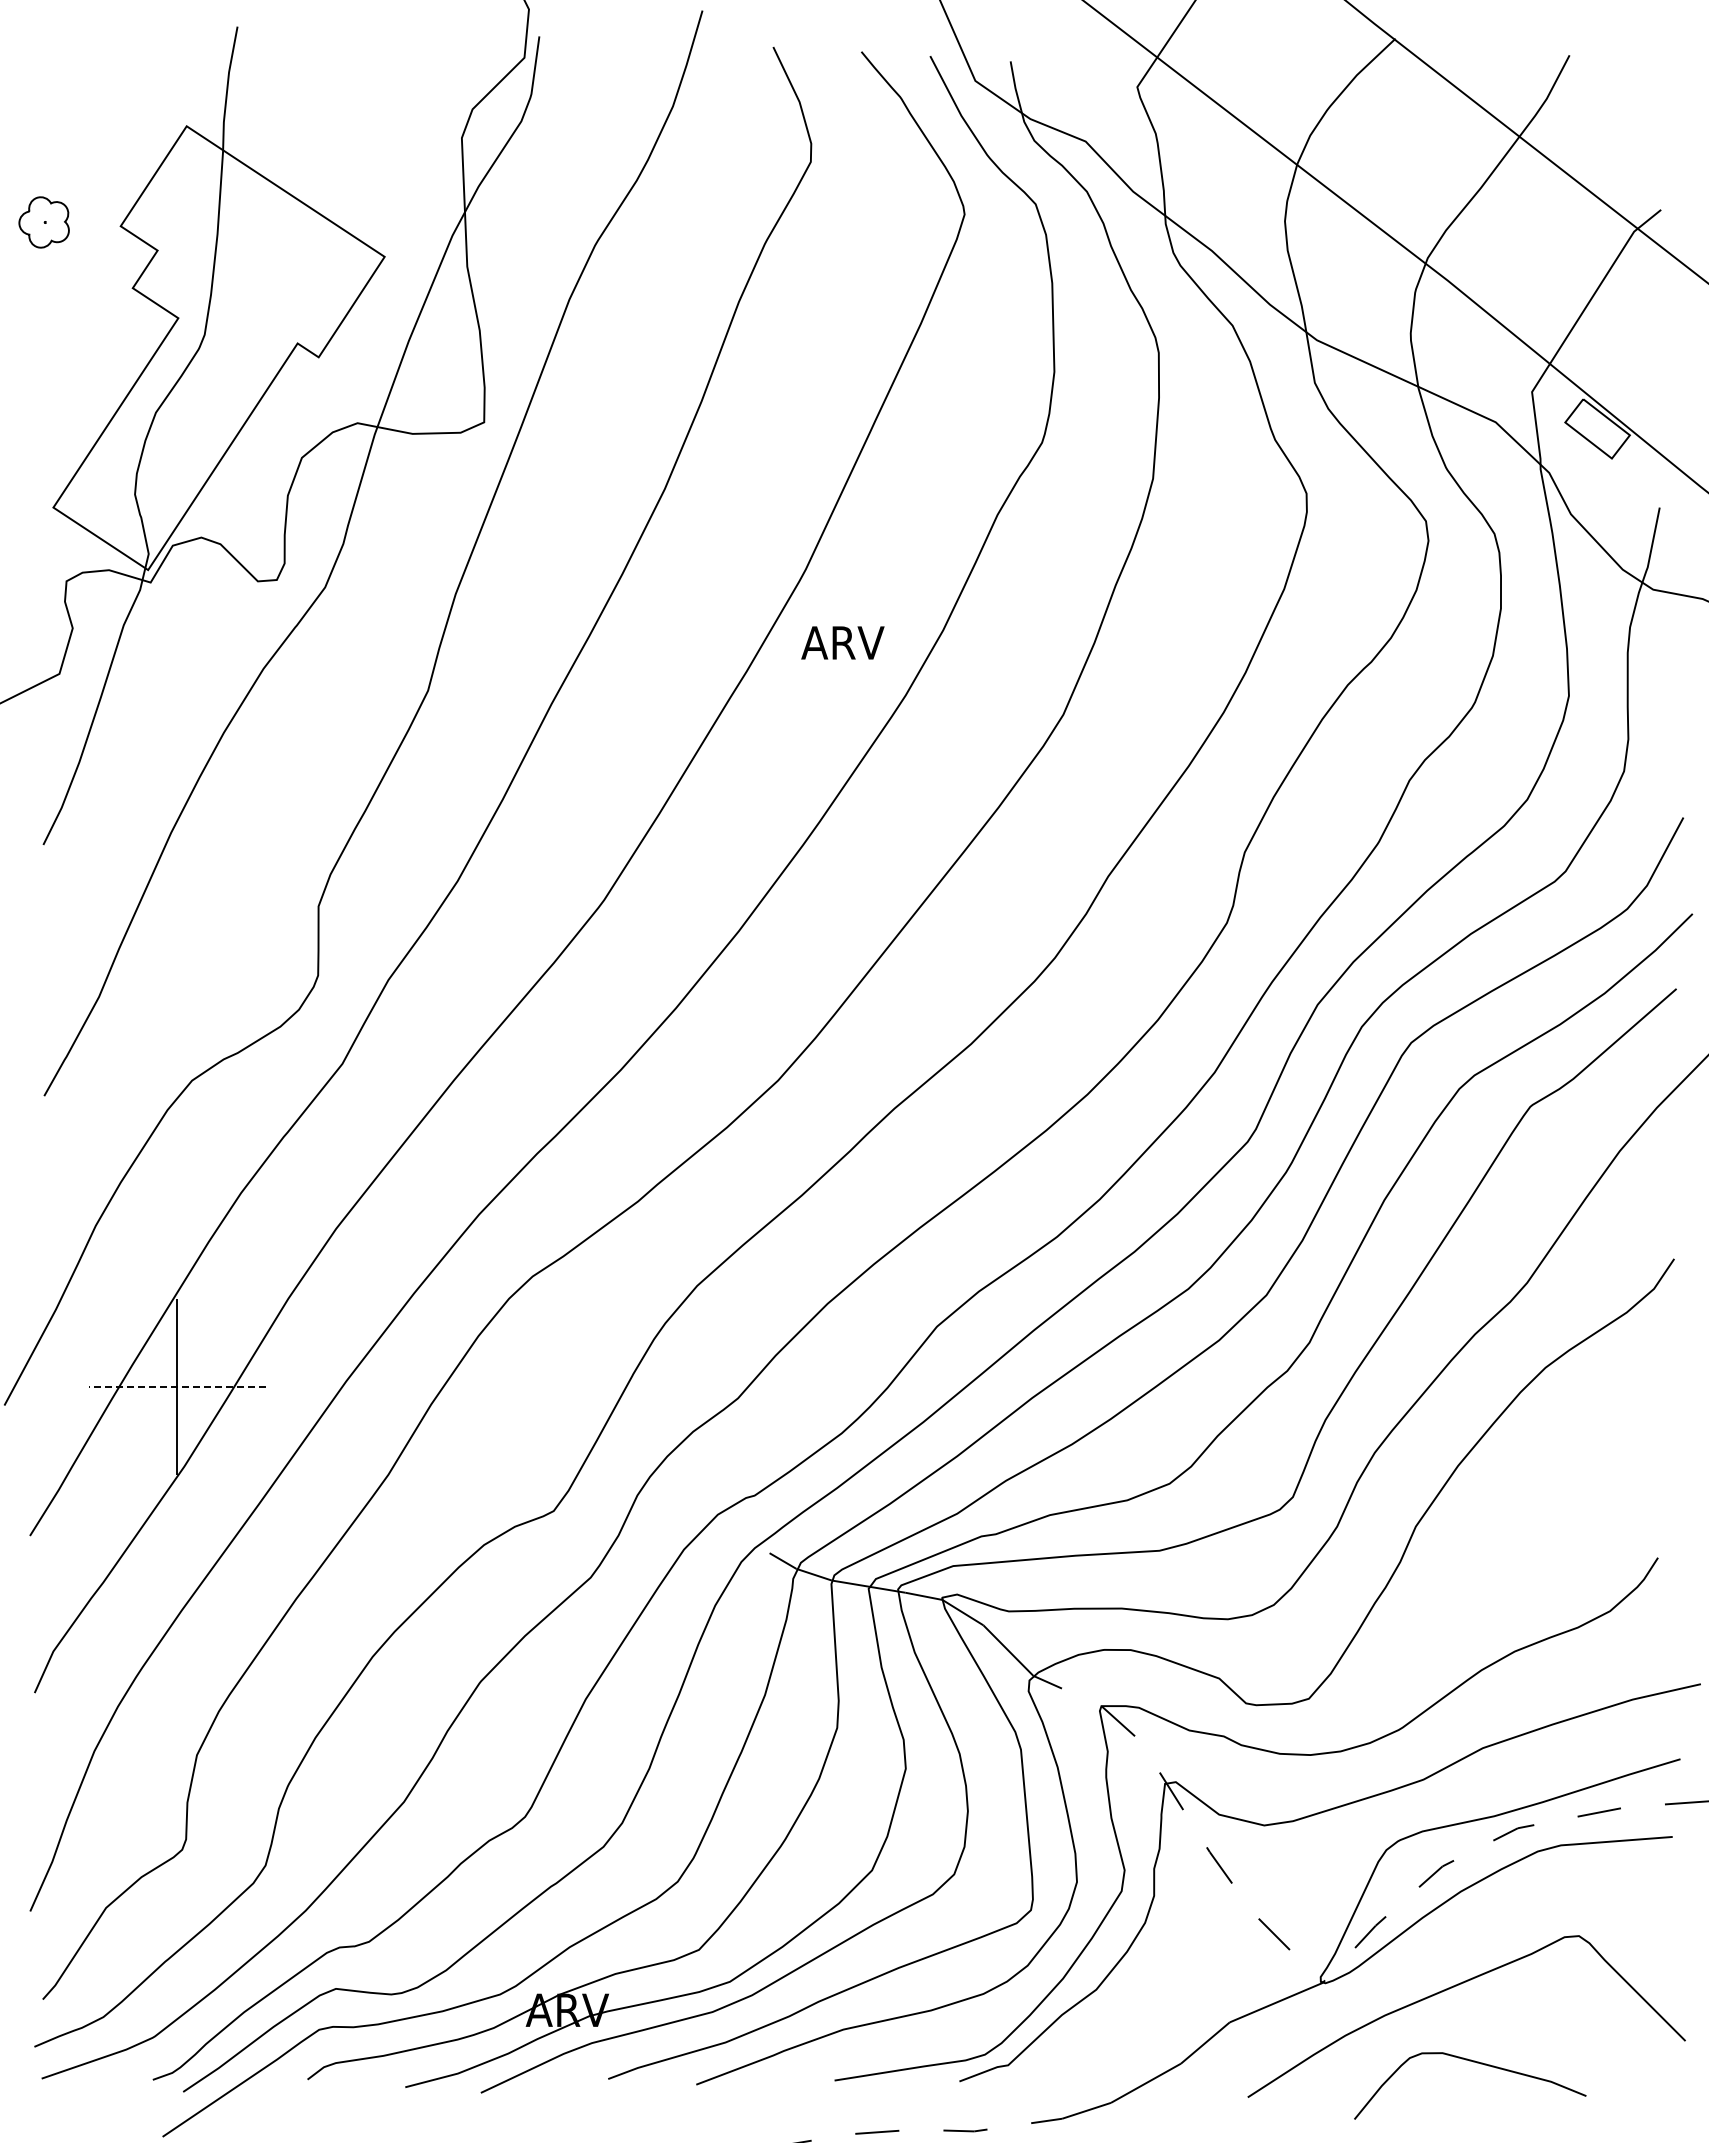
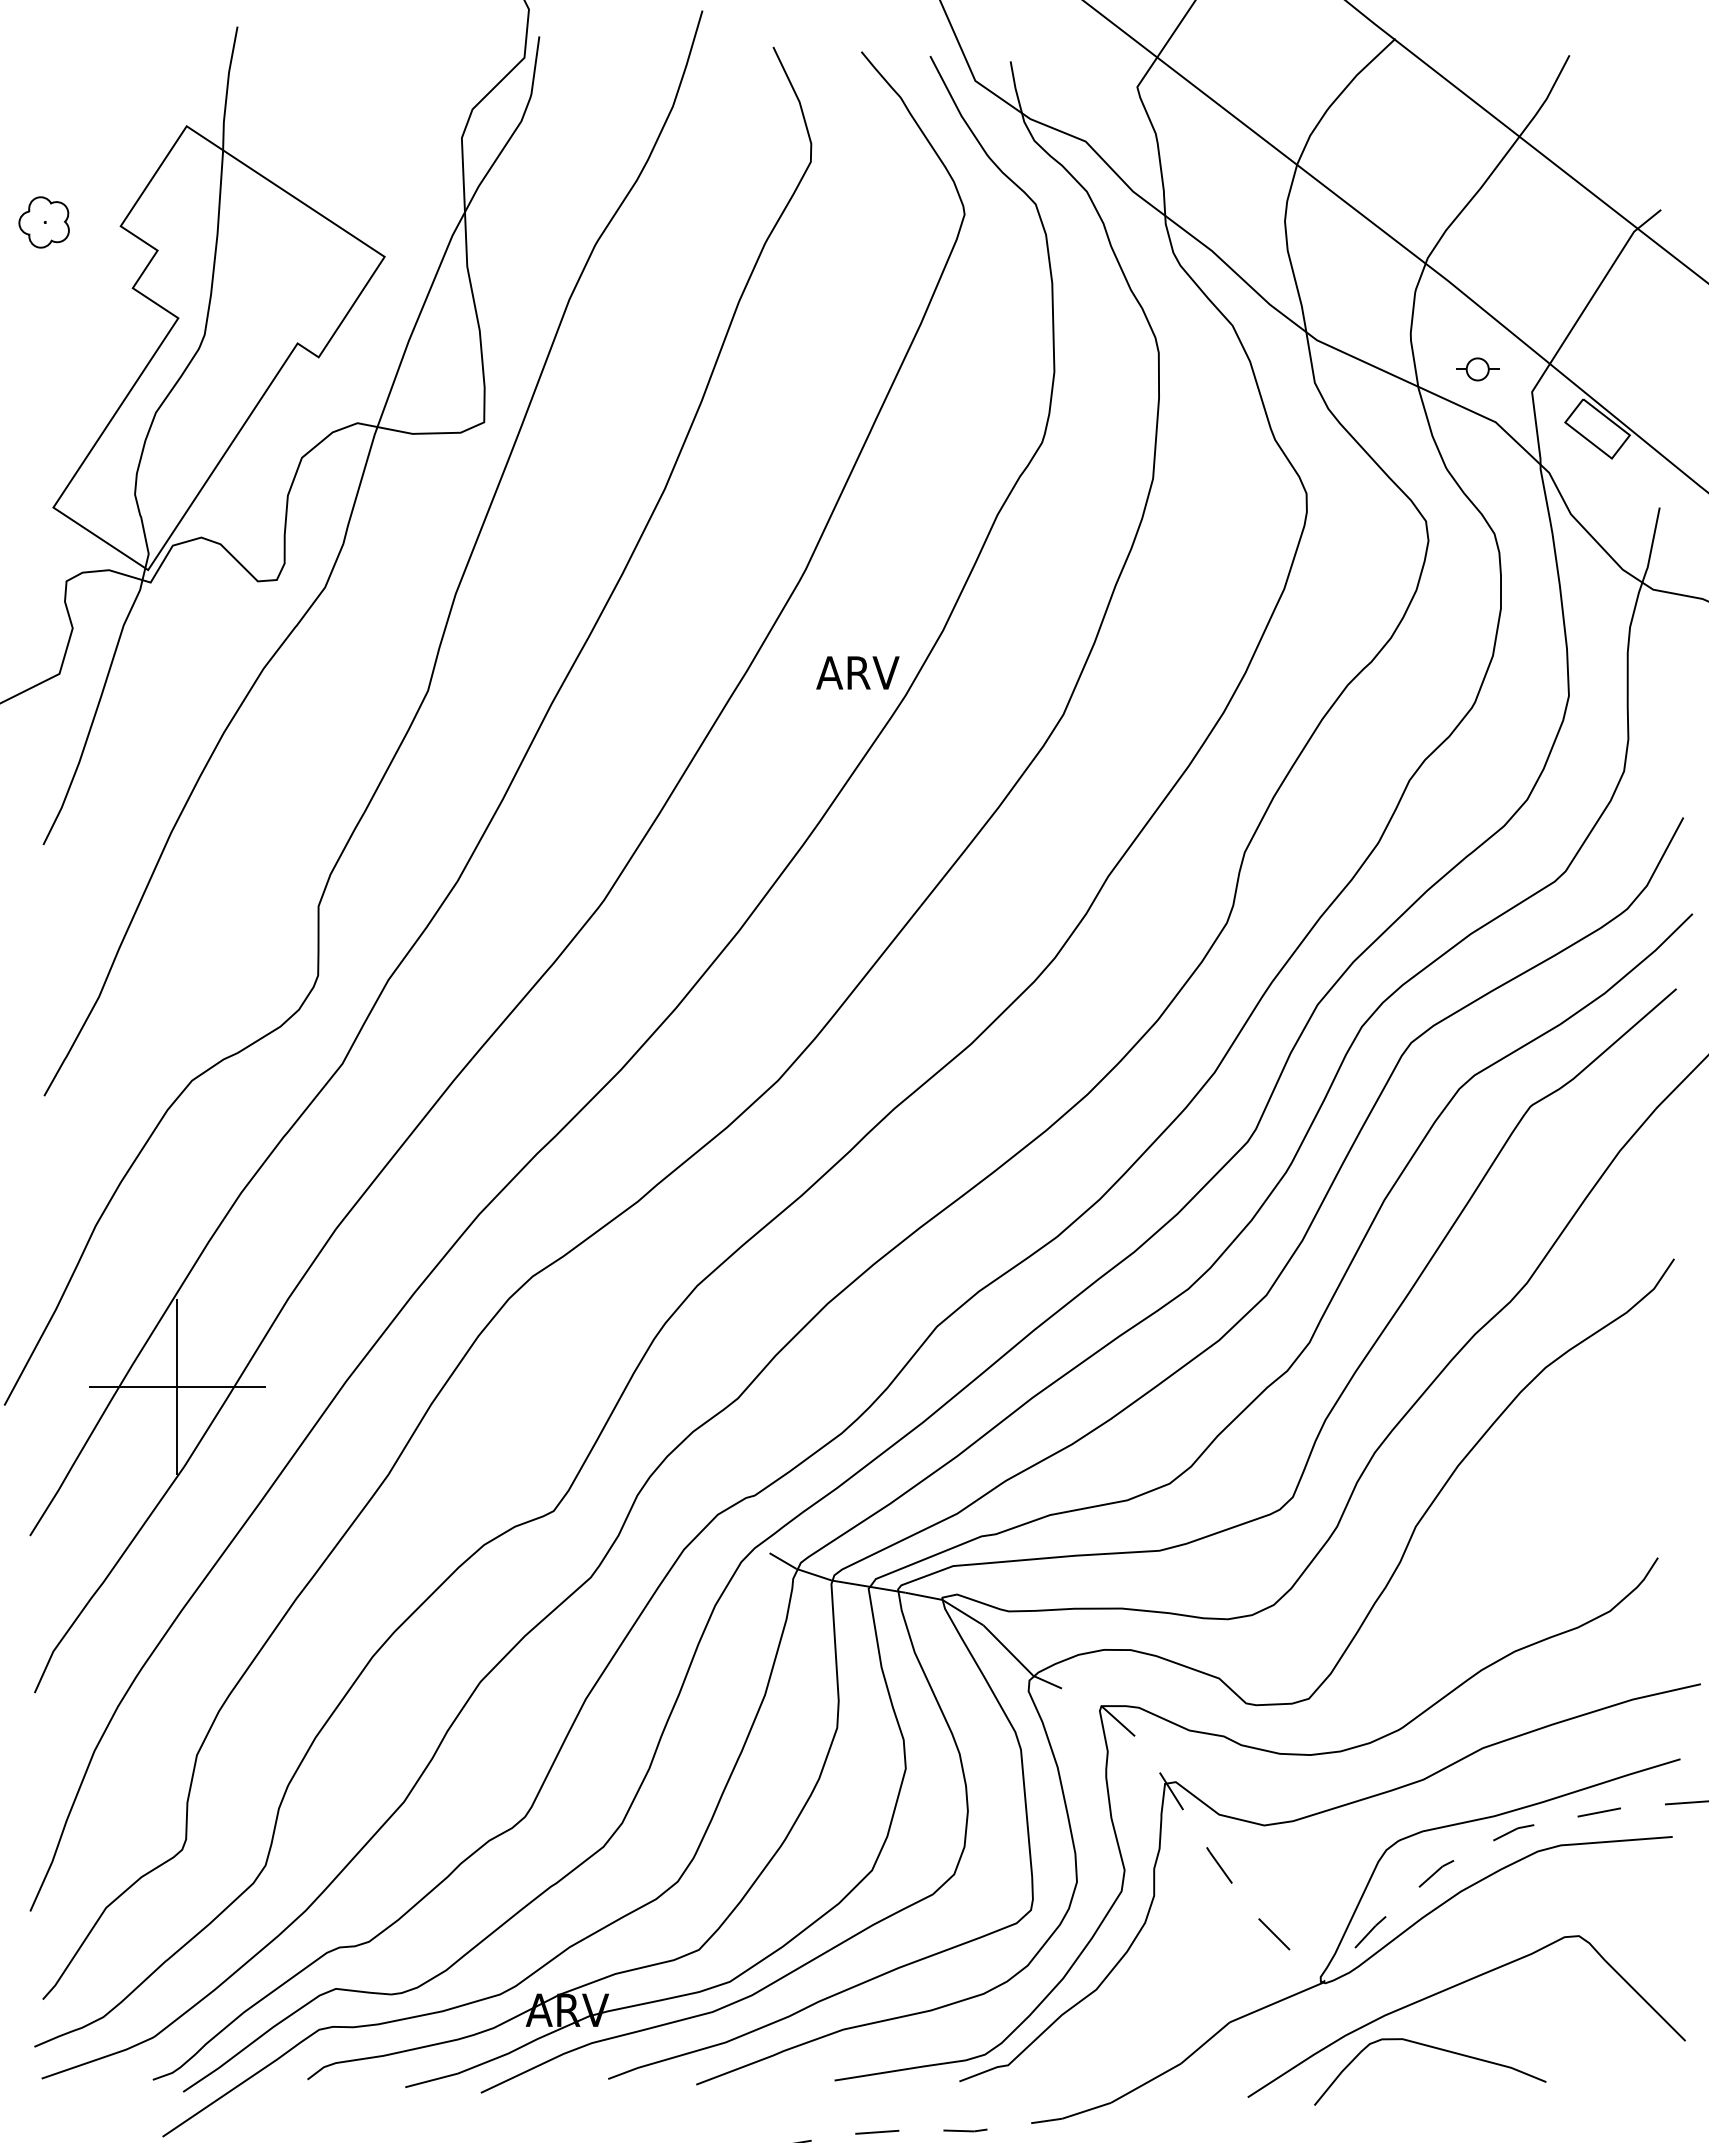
part at (1477, 369): none -> present
text at (842, 642) position: (842, 642) -> (857, 672)
line at (176, 1387): dashed -> solid
curve at (1477, 2063) position: (1477, 2063) -> (1437, 2049)
